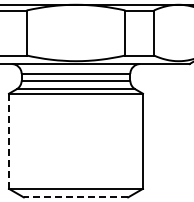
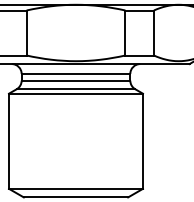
line at (9, 141): dashed -> solid
line at (75, 197): dashed -> solid
